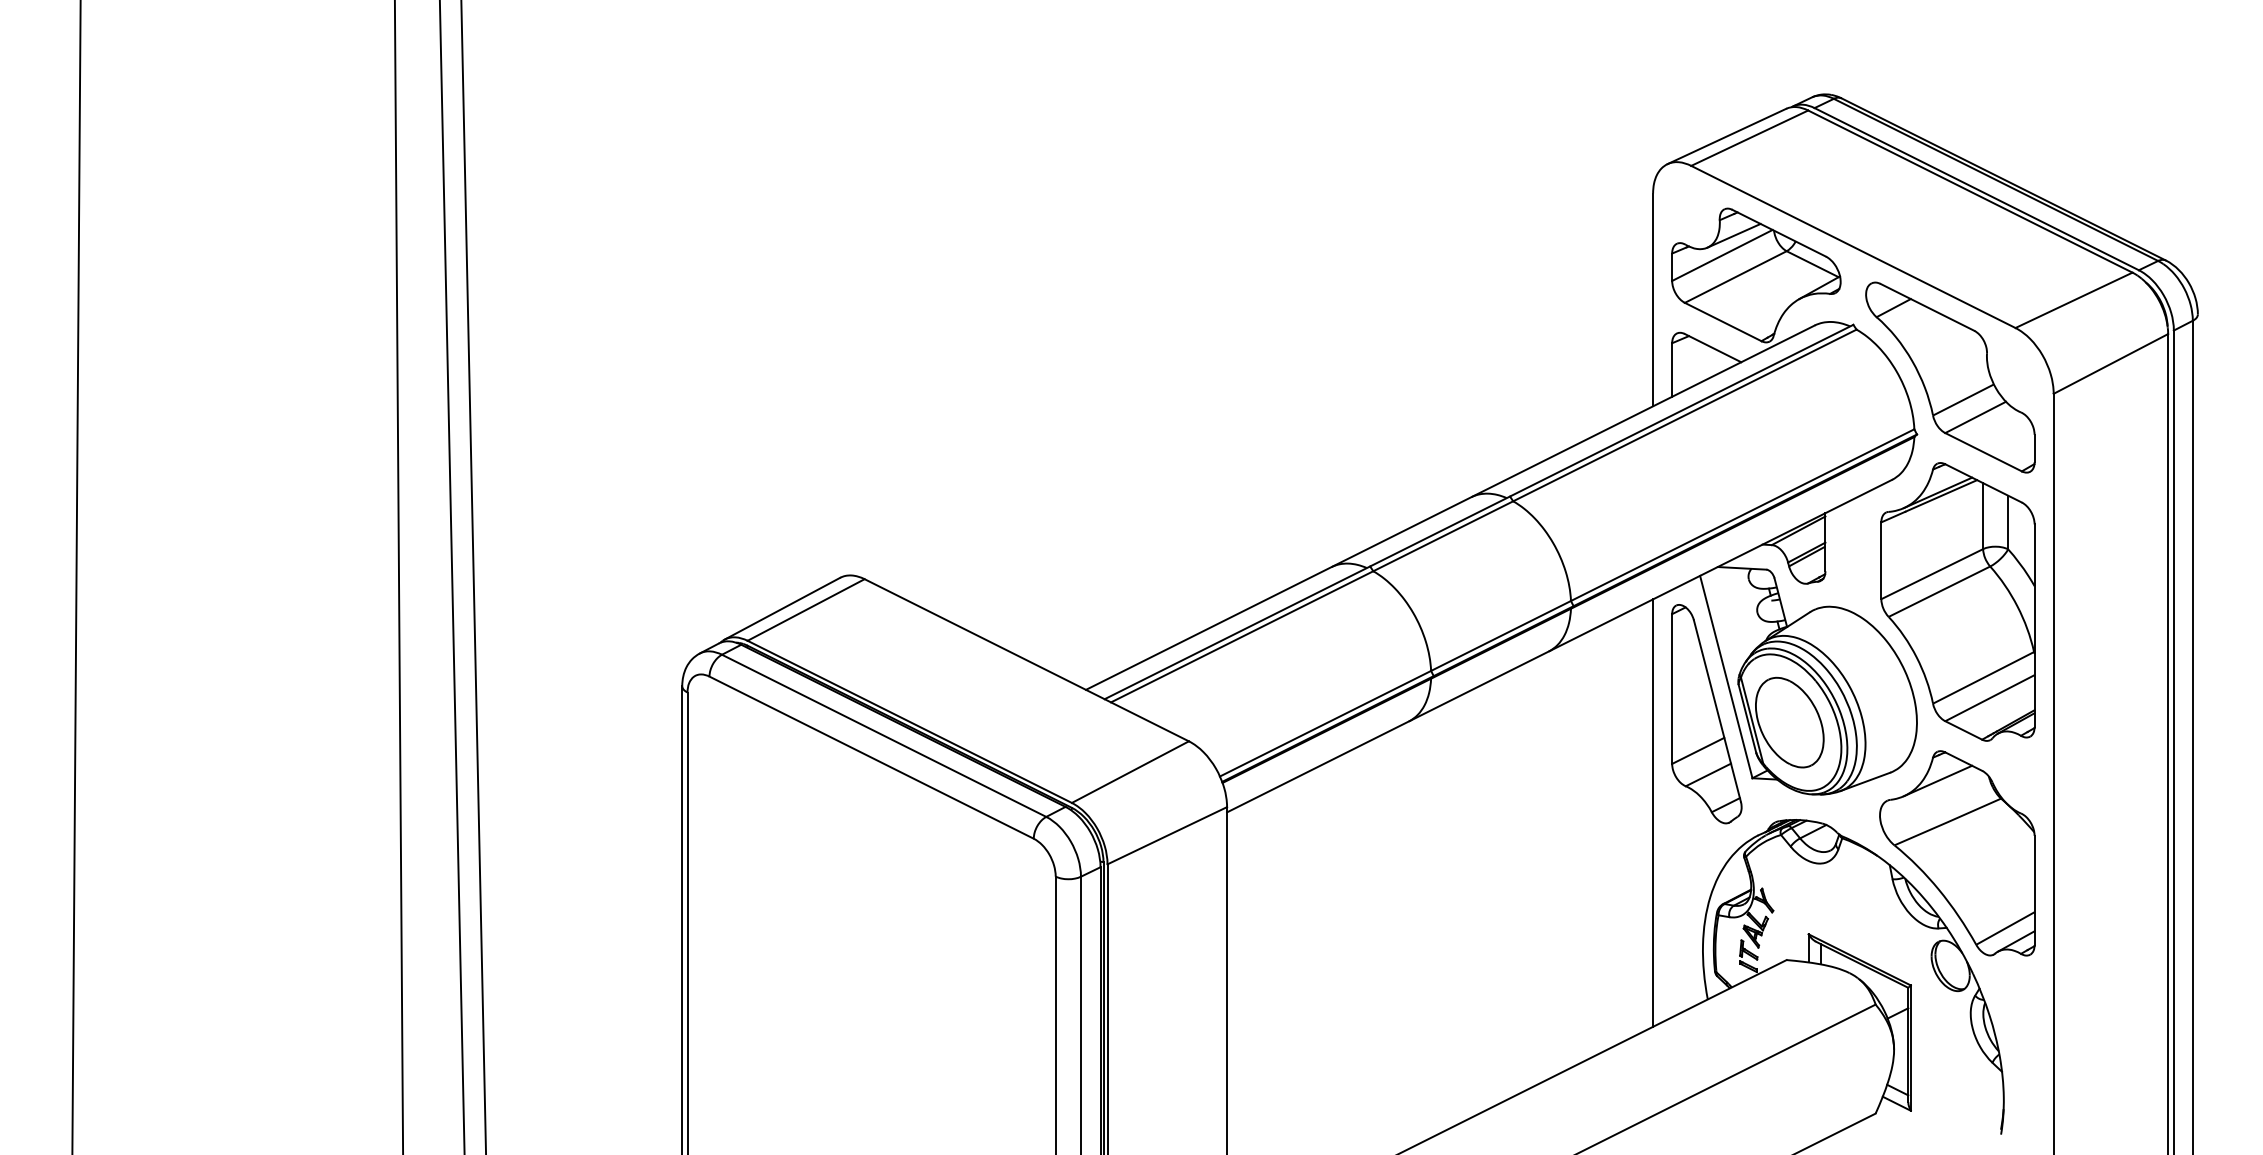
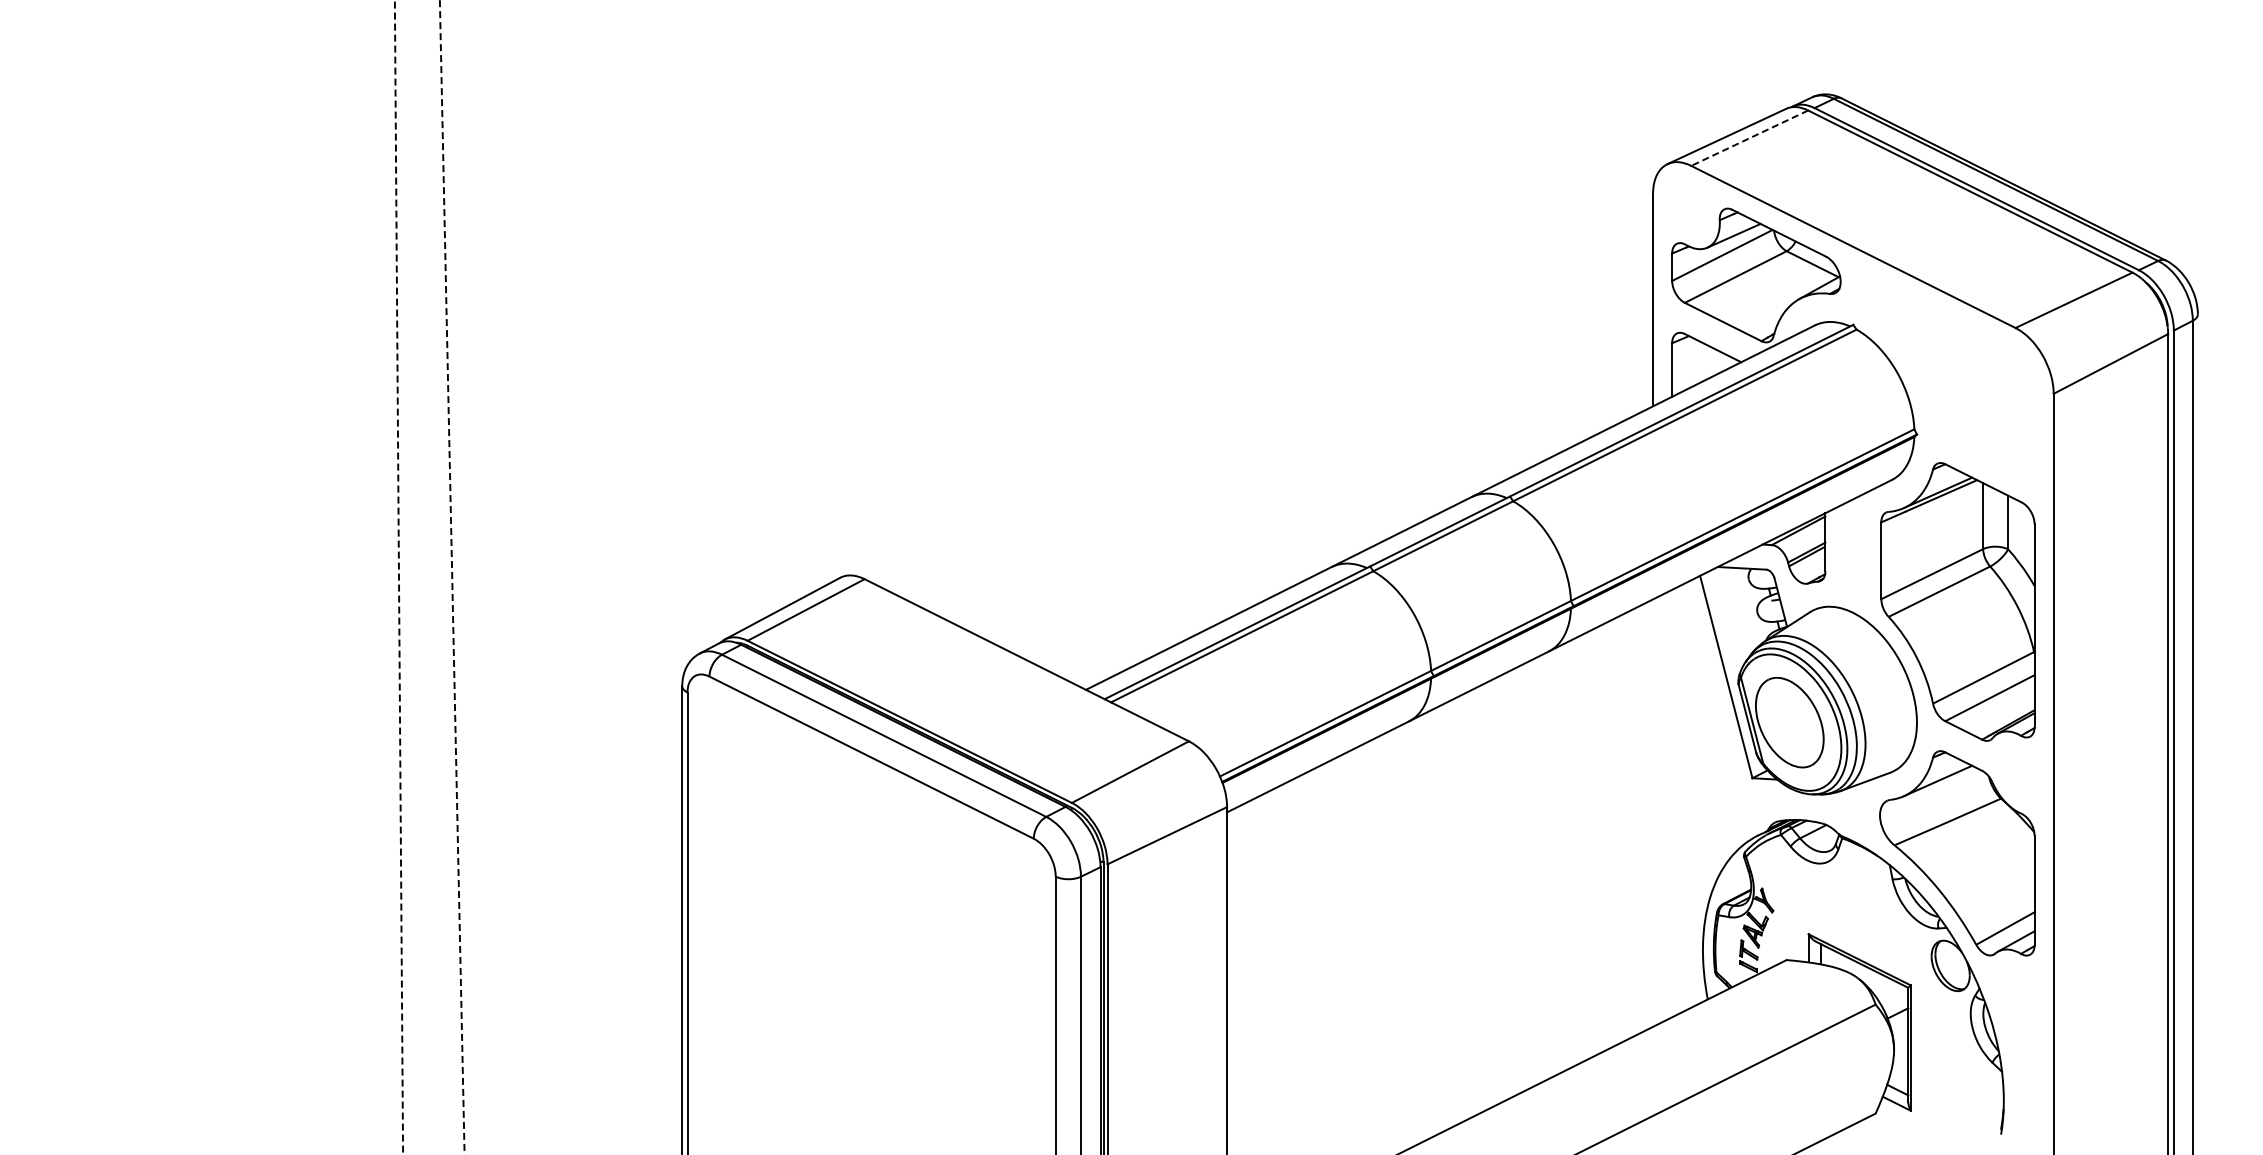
line at (1749, 138): solid -> dashed
part at (1950, 377): present -> none
line at (76, 576): present -> none
line at (473, 576): present -> none
line at (399, 577): solid -> dashed
line at (452, 577): solid -> dashed
part at (1706, 714): present -> none
line at (1653, 812): present -> none
